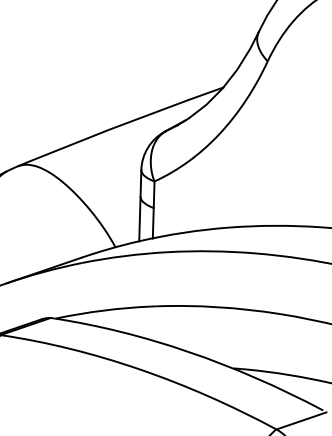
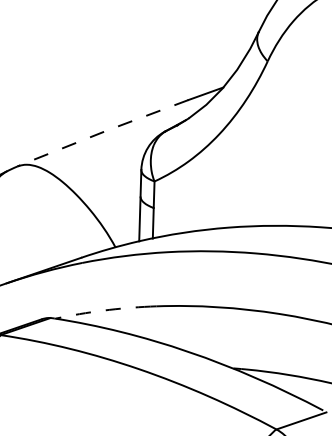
line at (101, 132): solid -> dashed
arc at (103, 310): solid -> dashed
